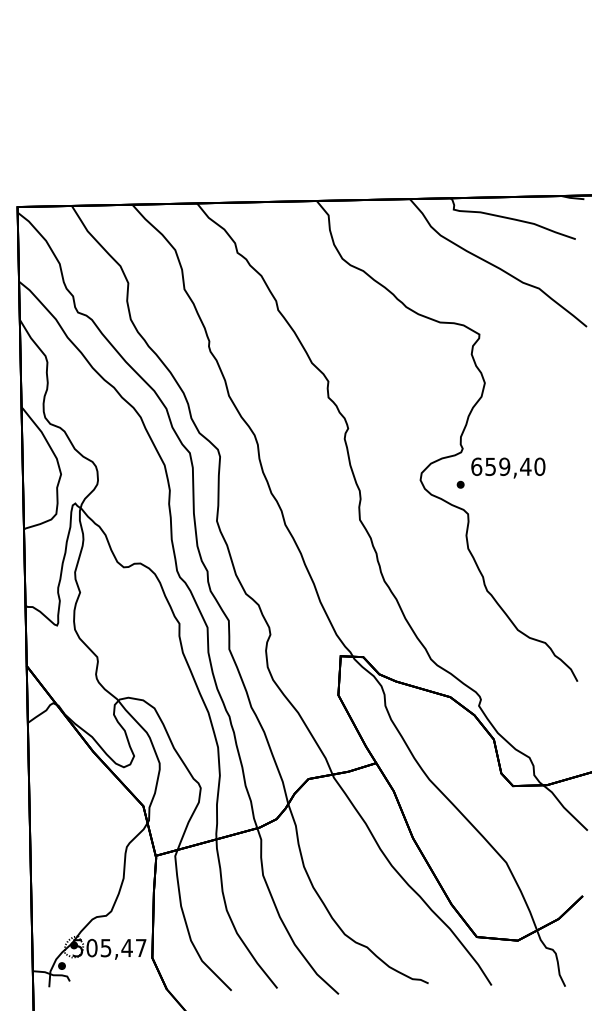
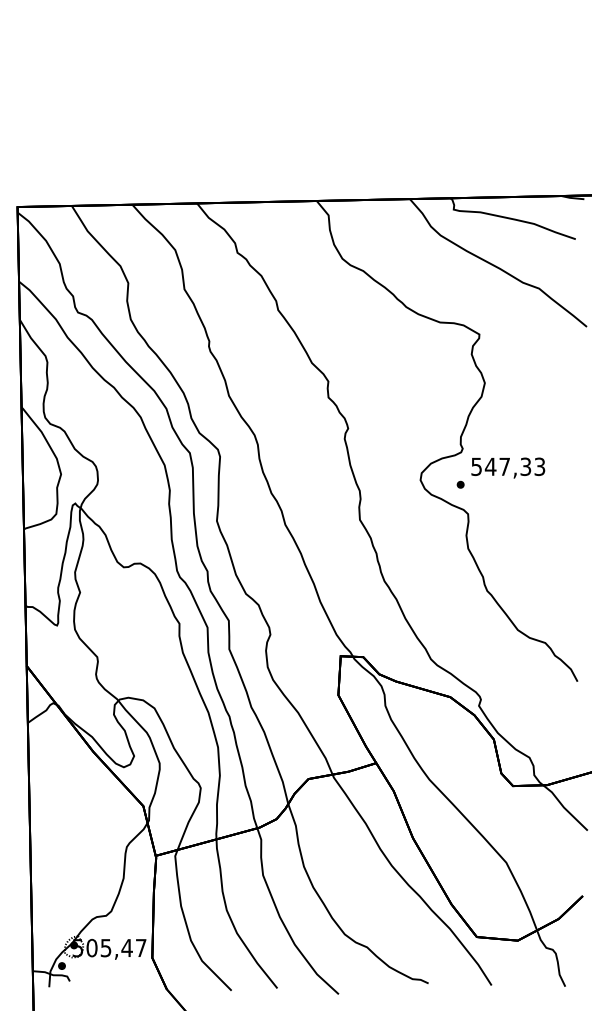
text at (508, 466): 659,40 -> 547,33
